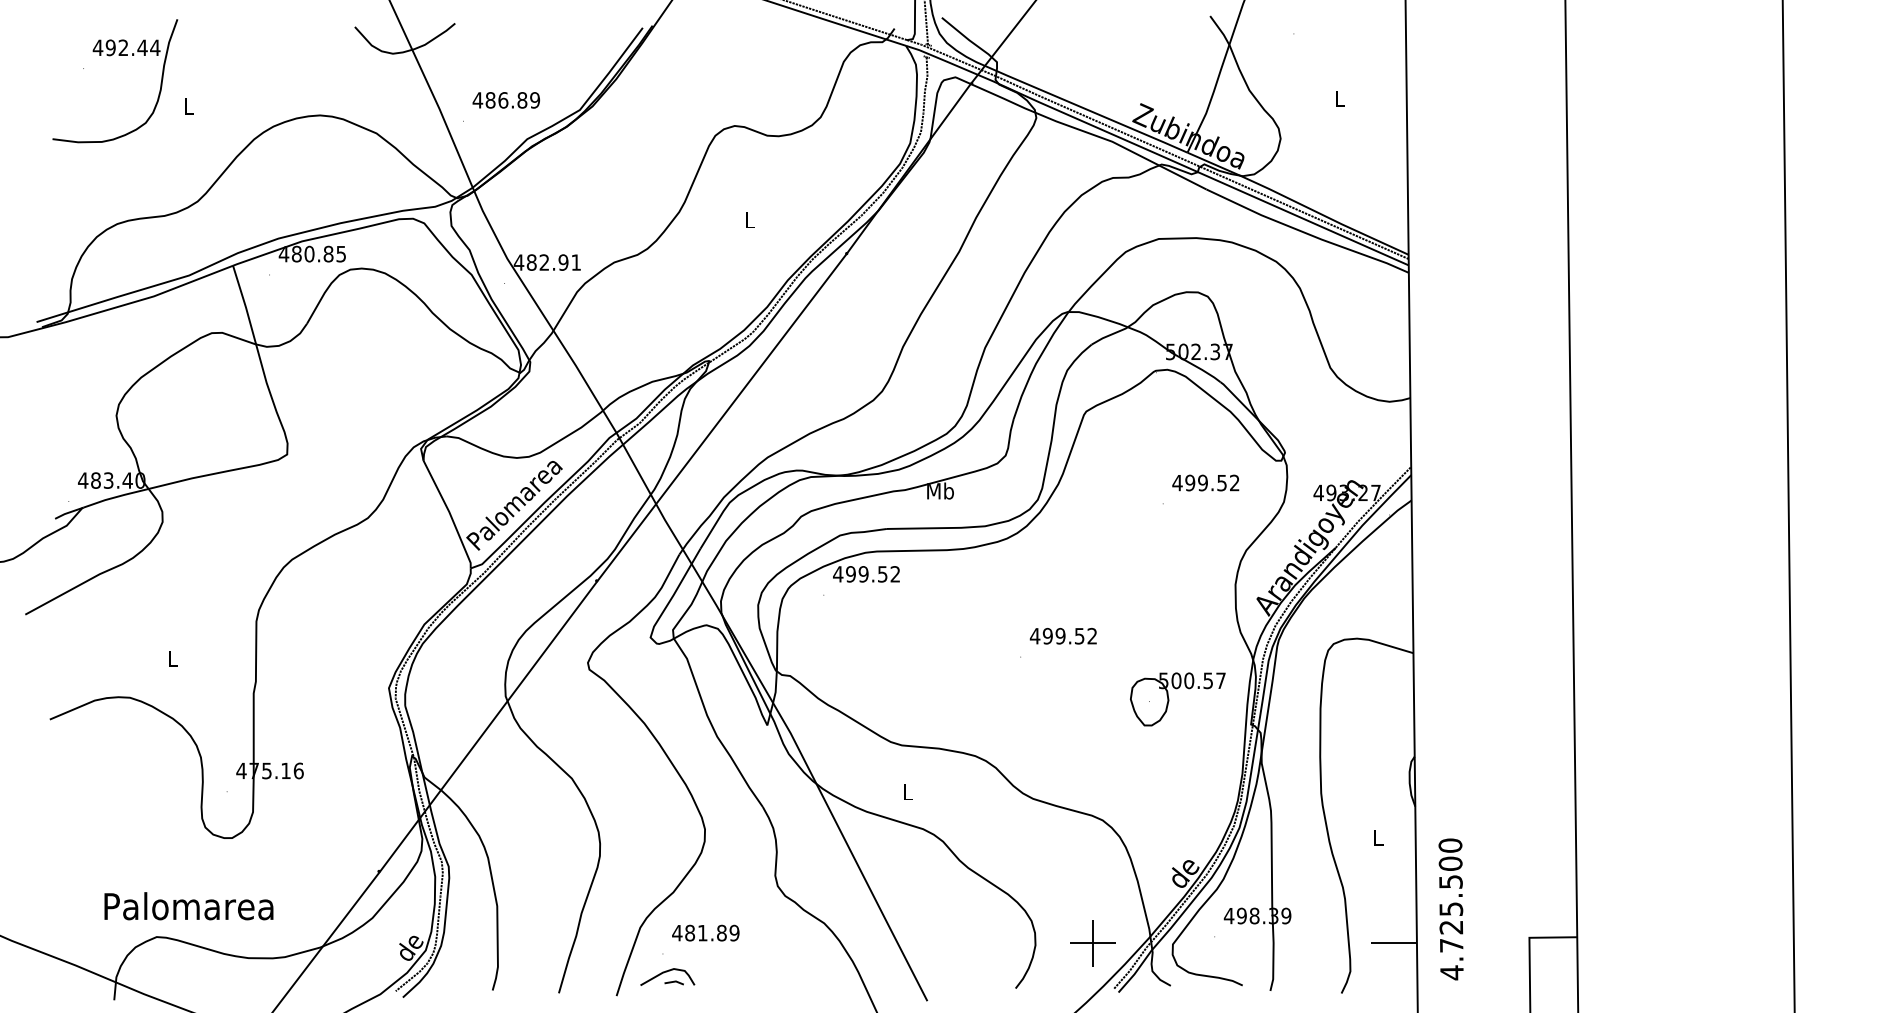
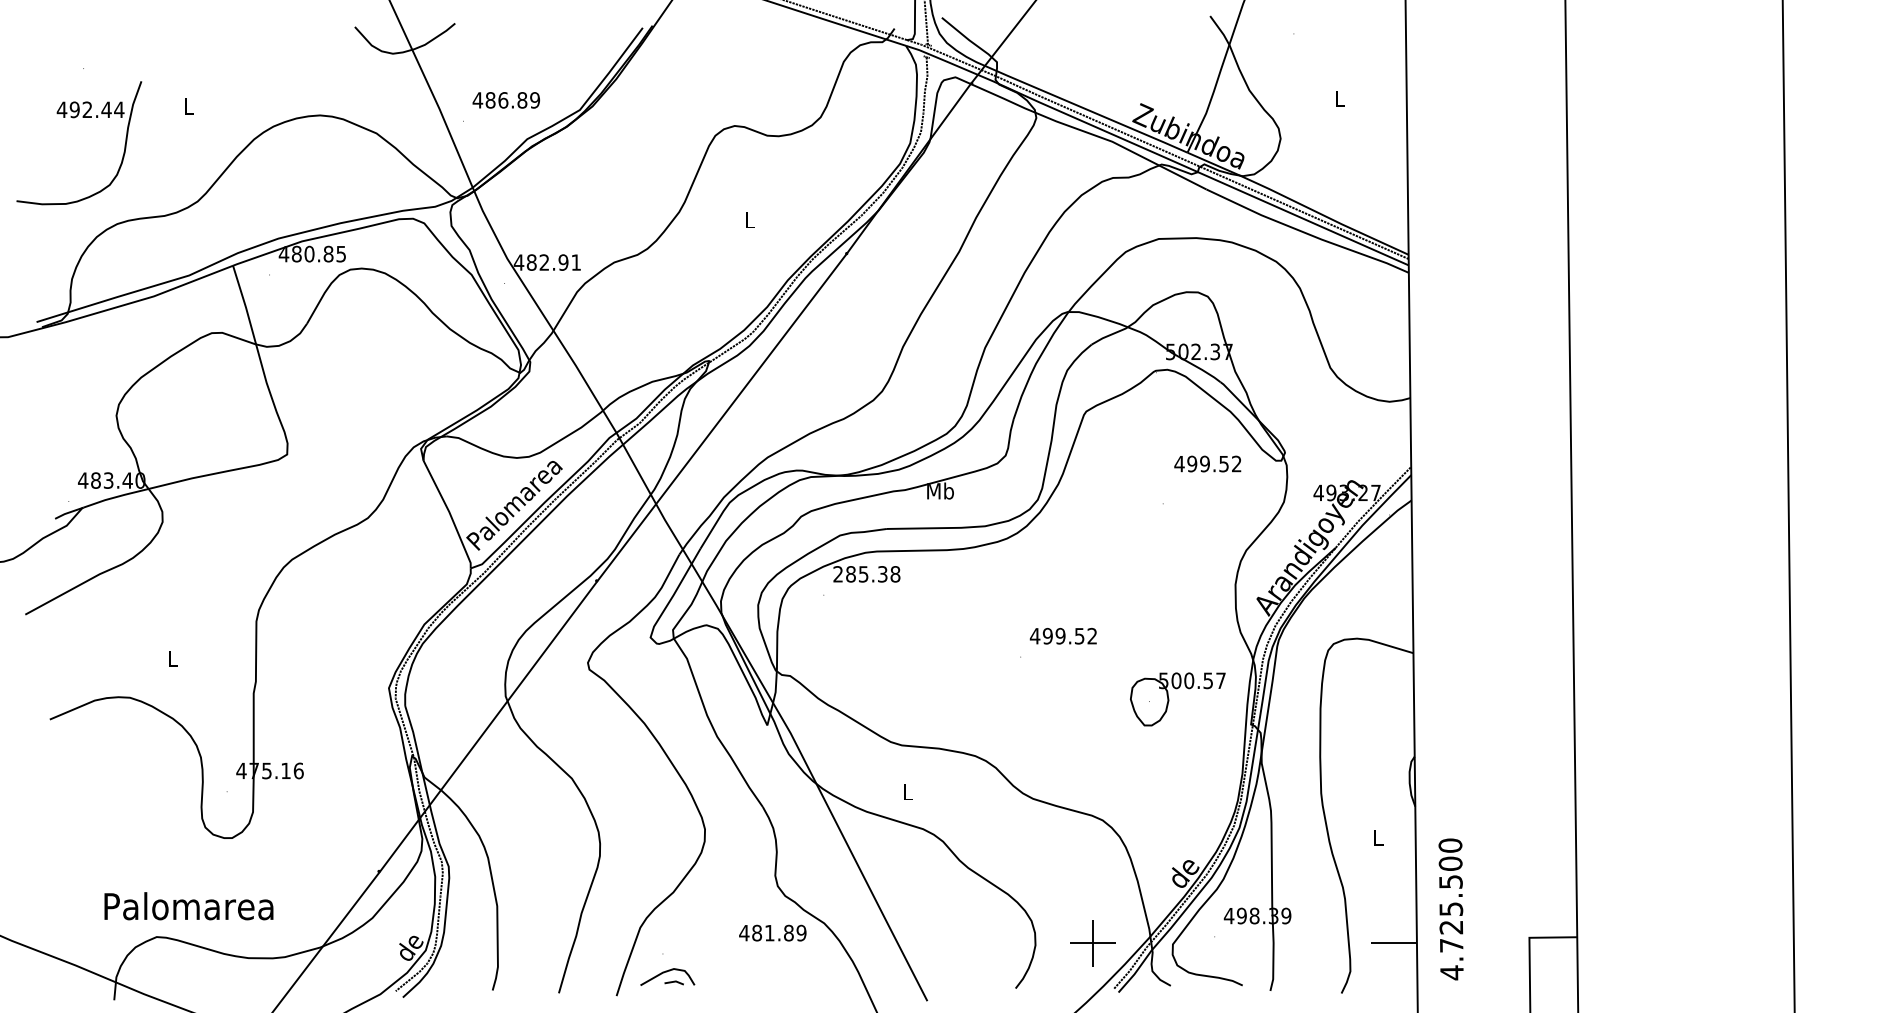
part at (110, 56) position: (110, 56) -> (74, 118)
text at (1205, 482) position: (1205, 482) -> (1207, 463)
text at (866, 574): 499.52 -> 285.38
text at (705, 932) position: (705, 932) -> (772, 932)
